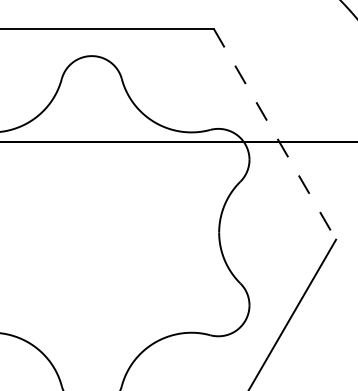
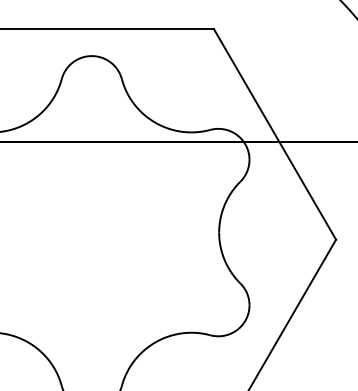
line at (275, 134): dashed -> solid
